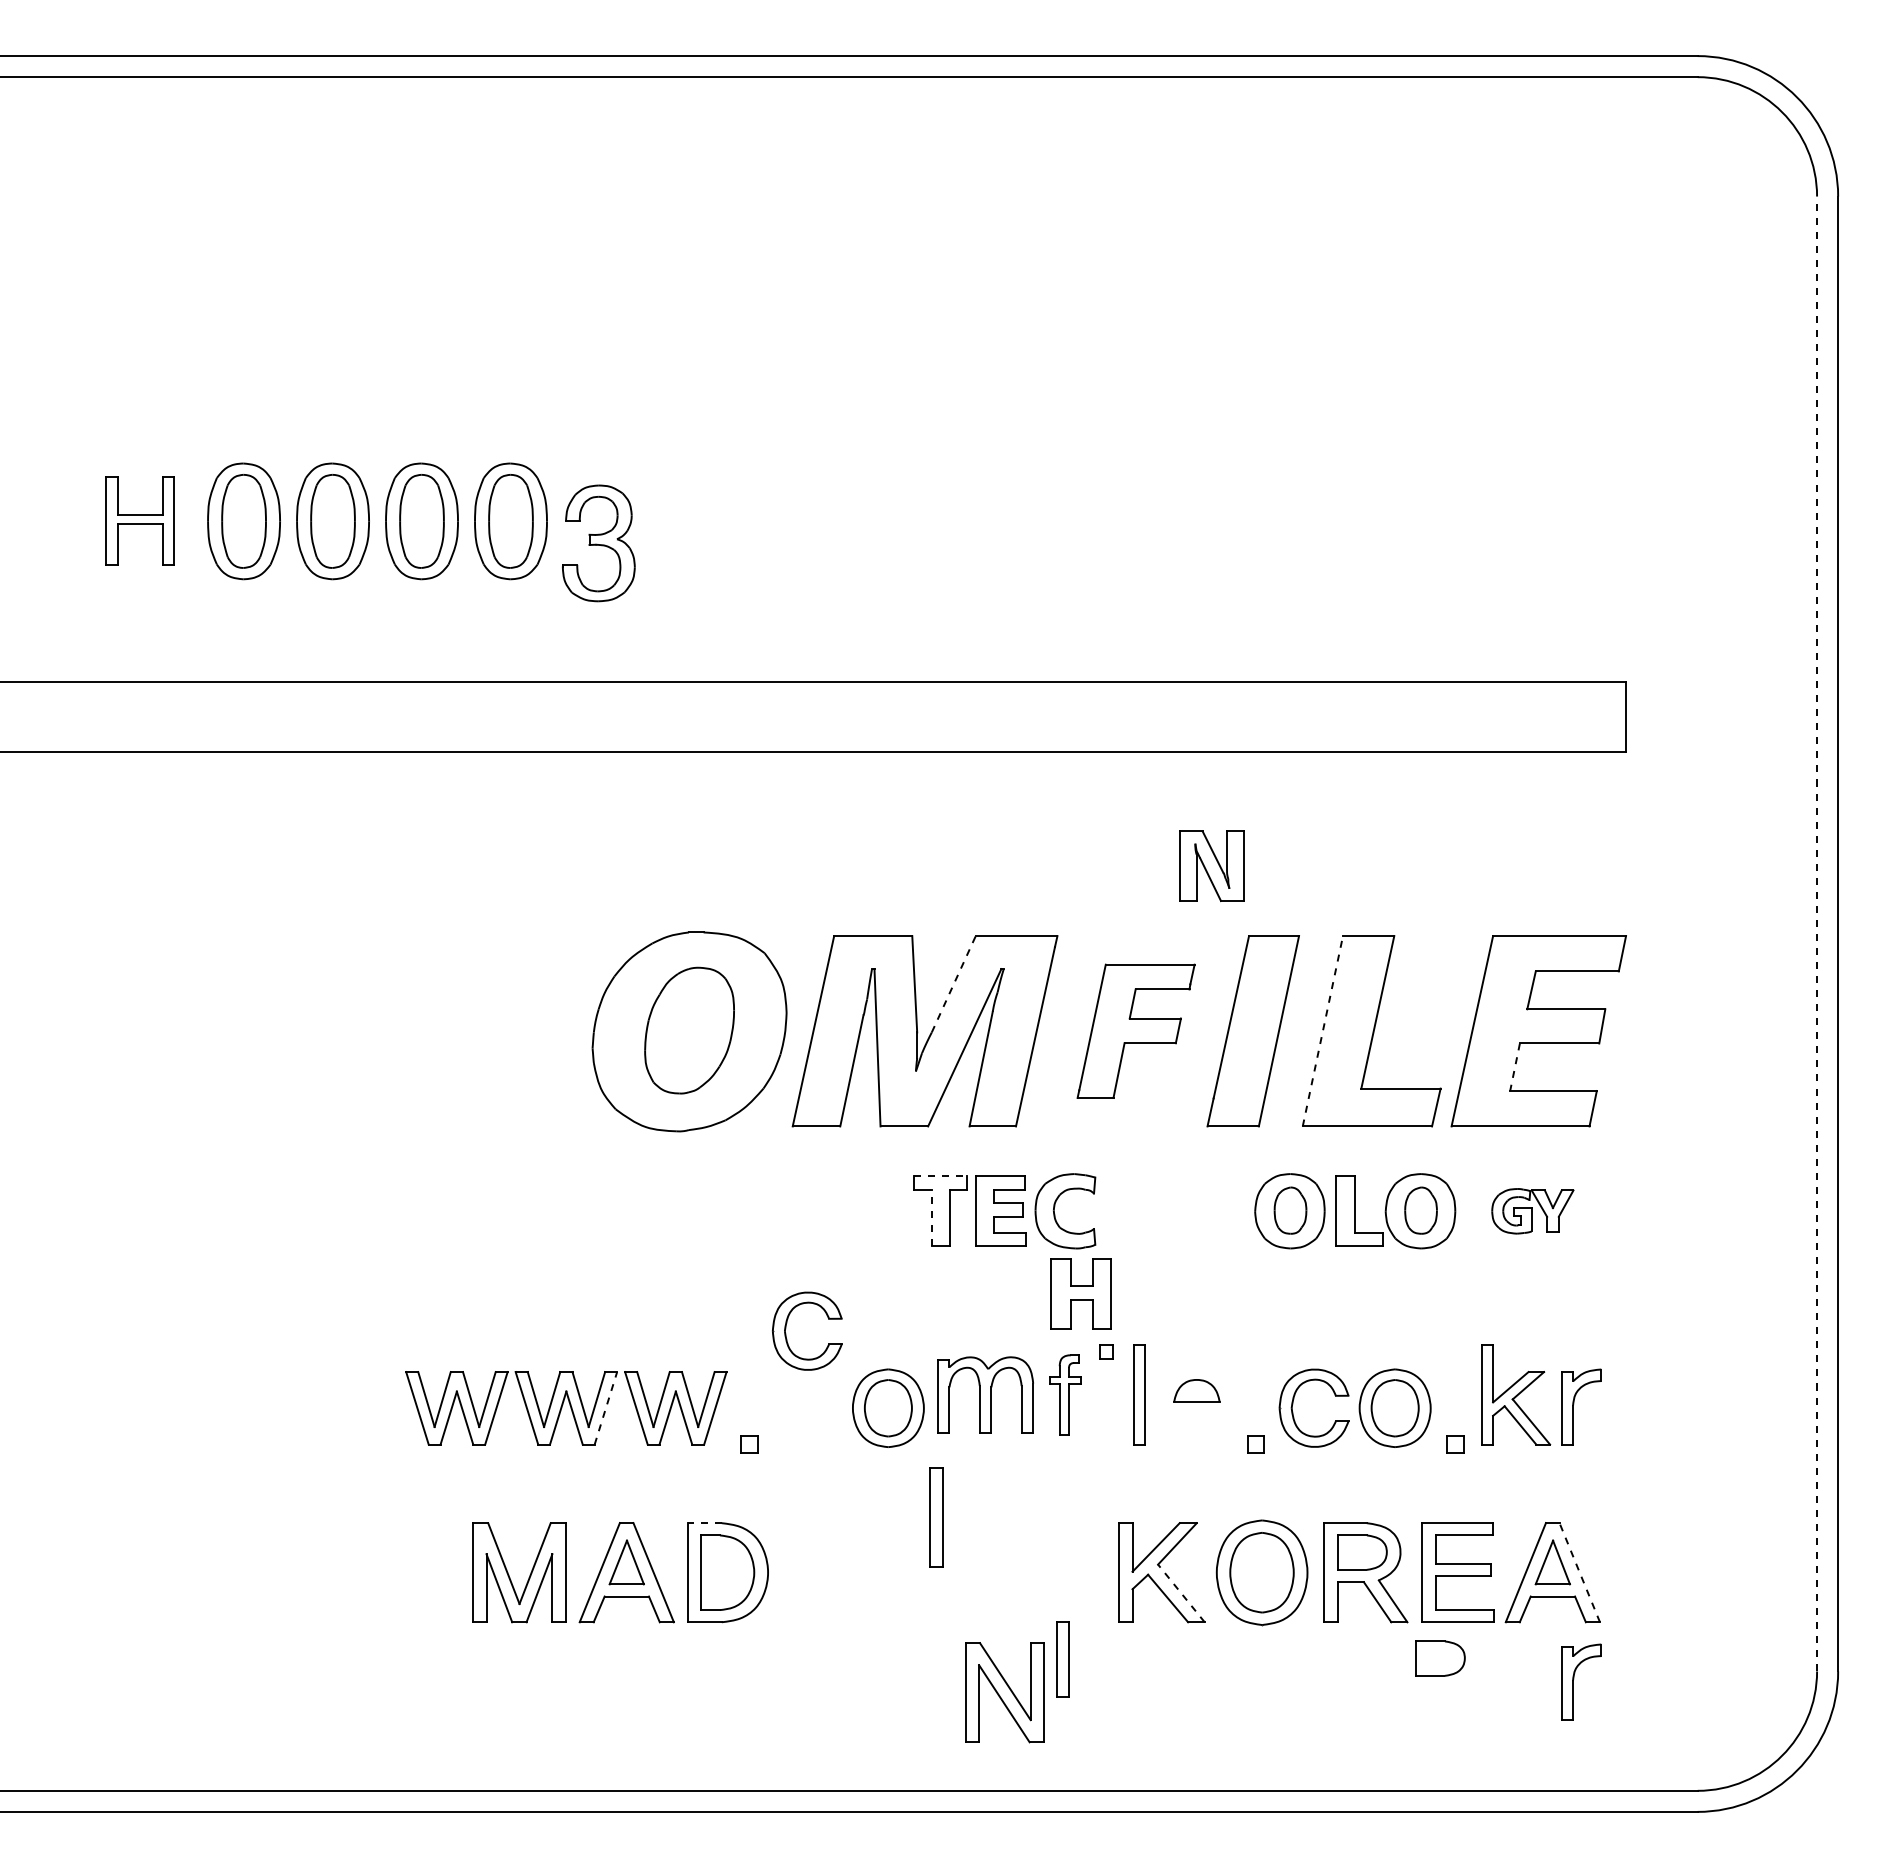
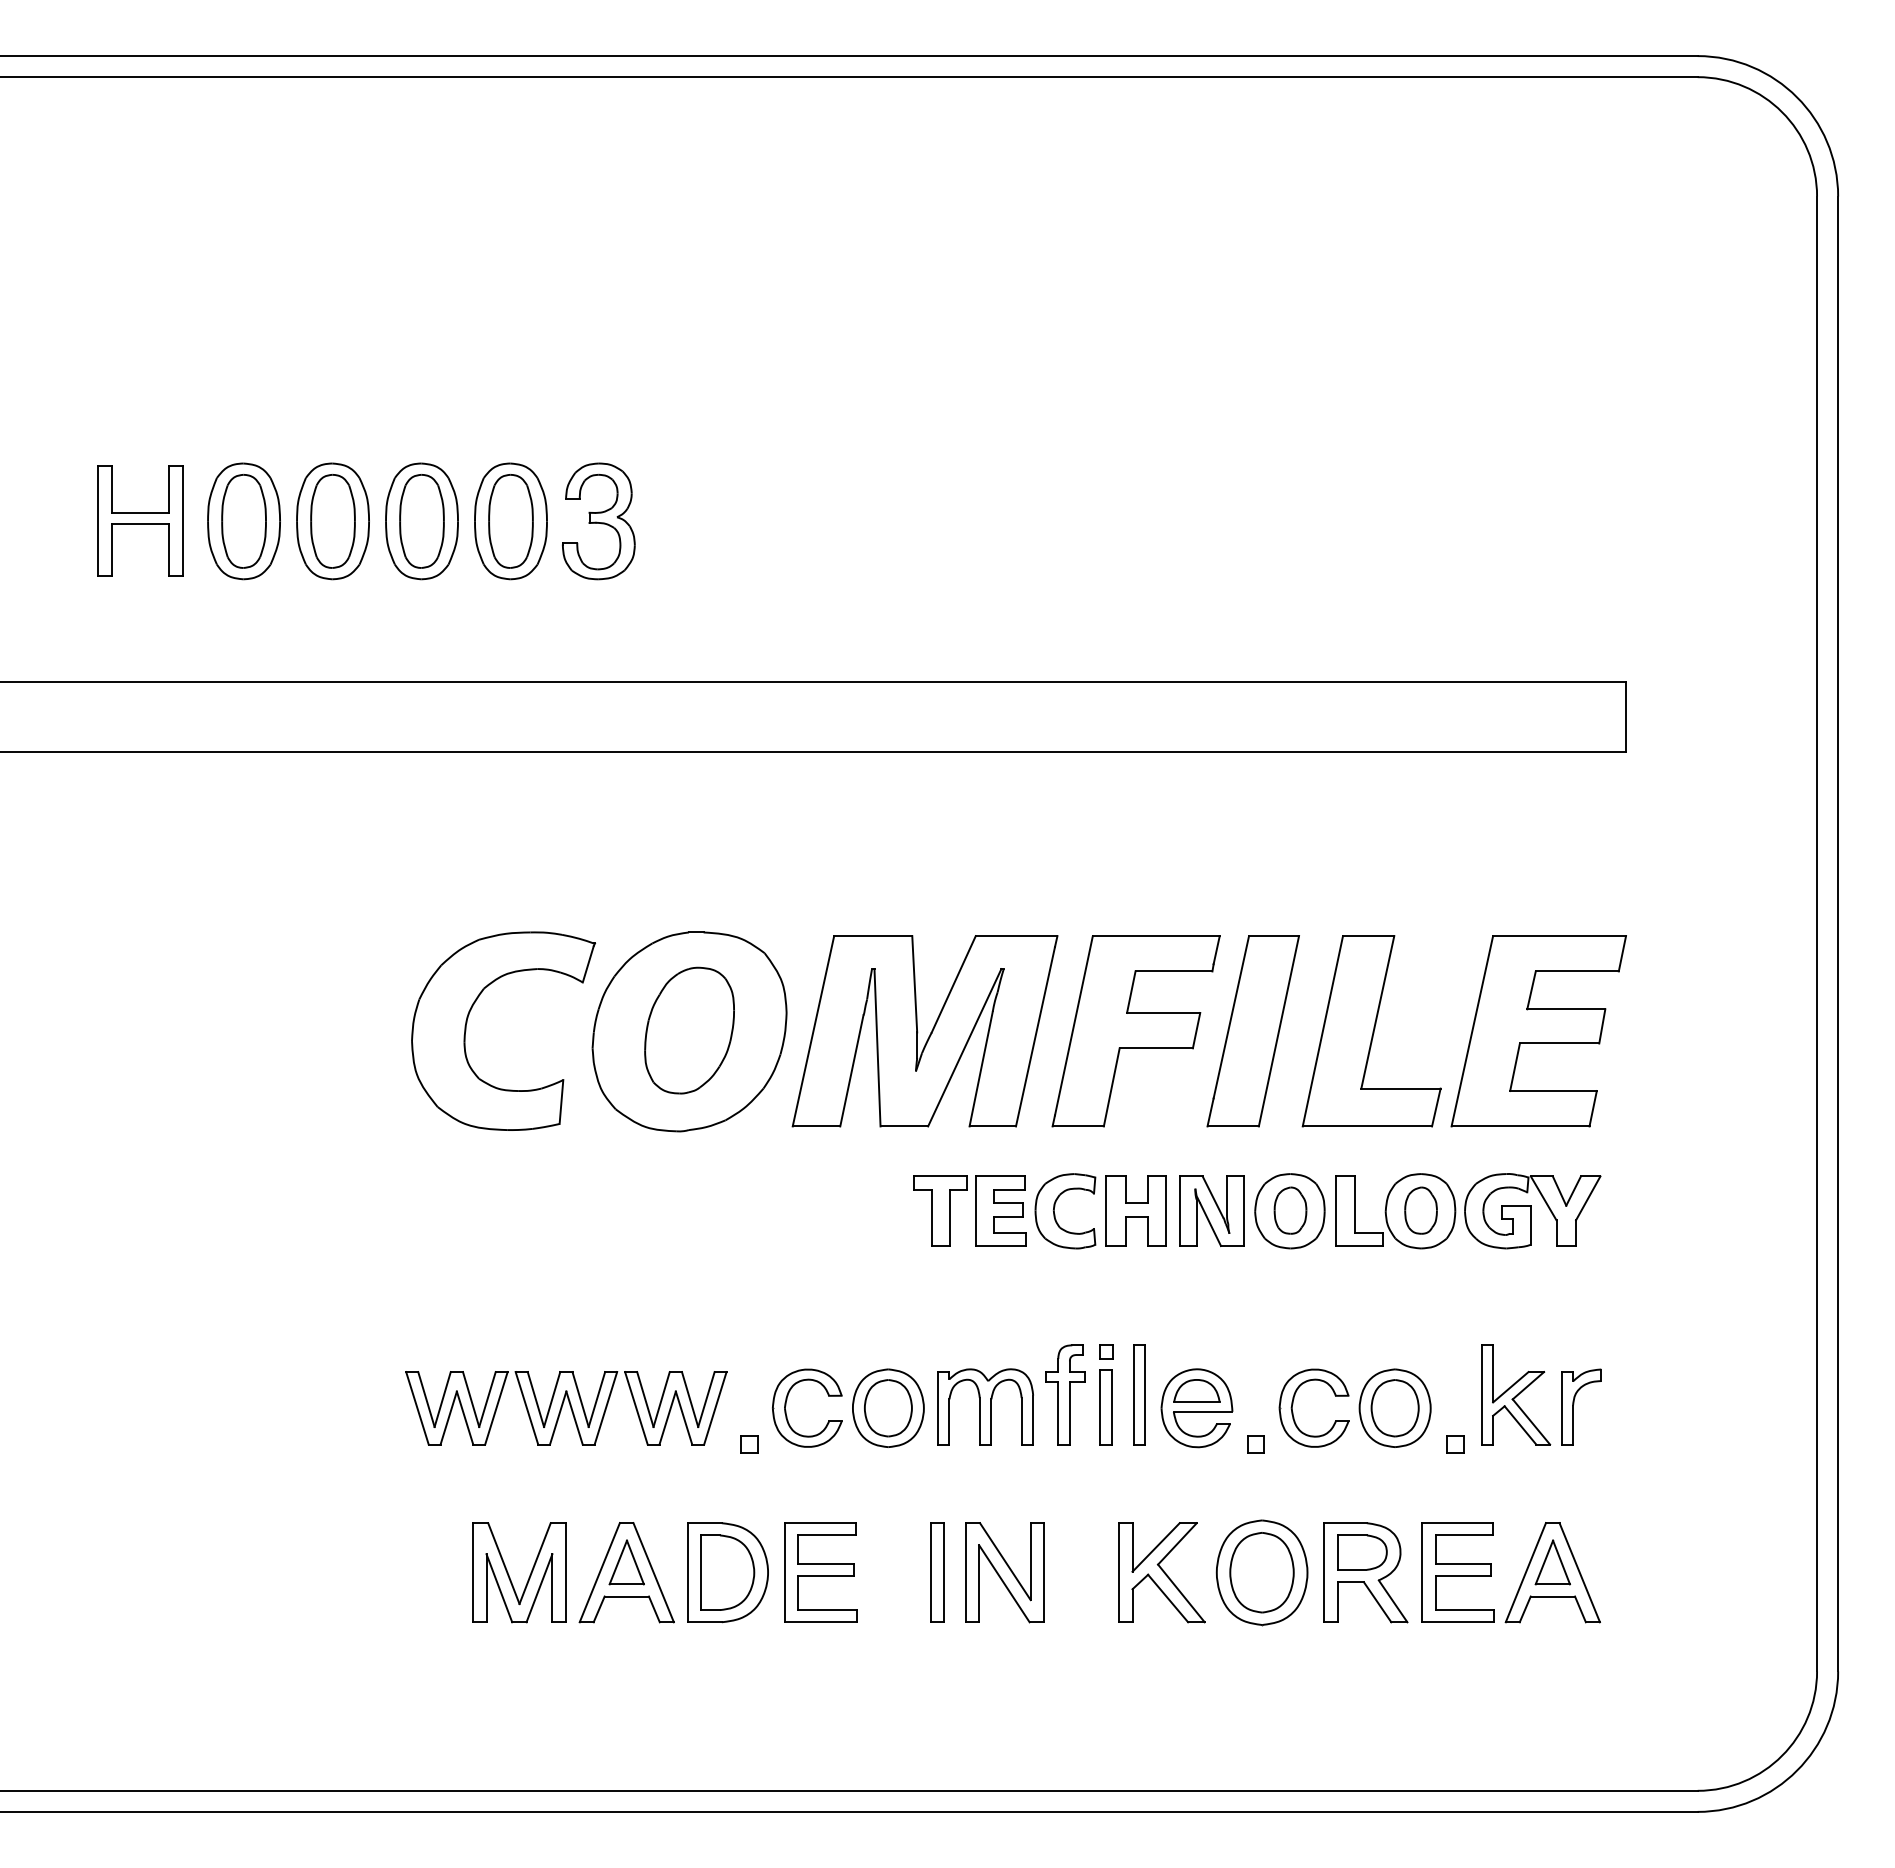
part at (139, 520) size: 70x90 px -> 87x112 px
part at (598, 543) position: (598, 543) -> (598, 521)
part at (1211, 865) position: (1211, 865) -> (1211, 1210)
line at (1817, 933): dashed -> solid
line at (953, 984): dashed -> solid
part at (467, 1023): none -> present
part at (1135, 1030) size: 120x136 px -> 170x193 px
line at (1322, 1030): dashed -> solid
line at (1514, 1067): dashed -> solid
line at (940, 1176): dashed -> solid
part at (1532, 1211) size: 84x47 px -> 138x77 px
line at (931, 1217): dashed -> solid
part at (1080, 1293) position: (1080, 1293) -> (1135, 1210)
part at (786, 1328) position: (786, 1328) -> (786, 1405)
part at (985, 1394) position: (985, 1394) -> (985, 1406)
part at (1065, 1394) size: 33x82 px -> 41x102 px
line at (605, 1408): dashed -> solid
part at (1196, 1408): none -> present
part at (936, 1517) position: (936, 1517) -> (937, 1572)
line at (704, 1523): dashed -> solid
part at (820, 1572): none -> present
line at (1579, 1572): dashed -> solid
line at (1181, 1593): dashed -> solid
part at (1440, 1658): present -> none
part at (1062, 1659) position: (1062, 1659) -> (1105, 1407)
part at (1574, 1679): present -> none
part at (1004, 1692) position: (1004, 1692) -> (1004, 1572)
